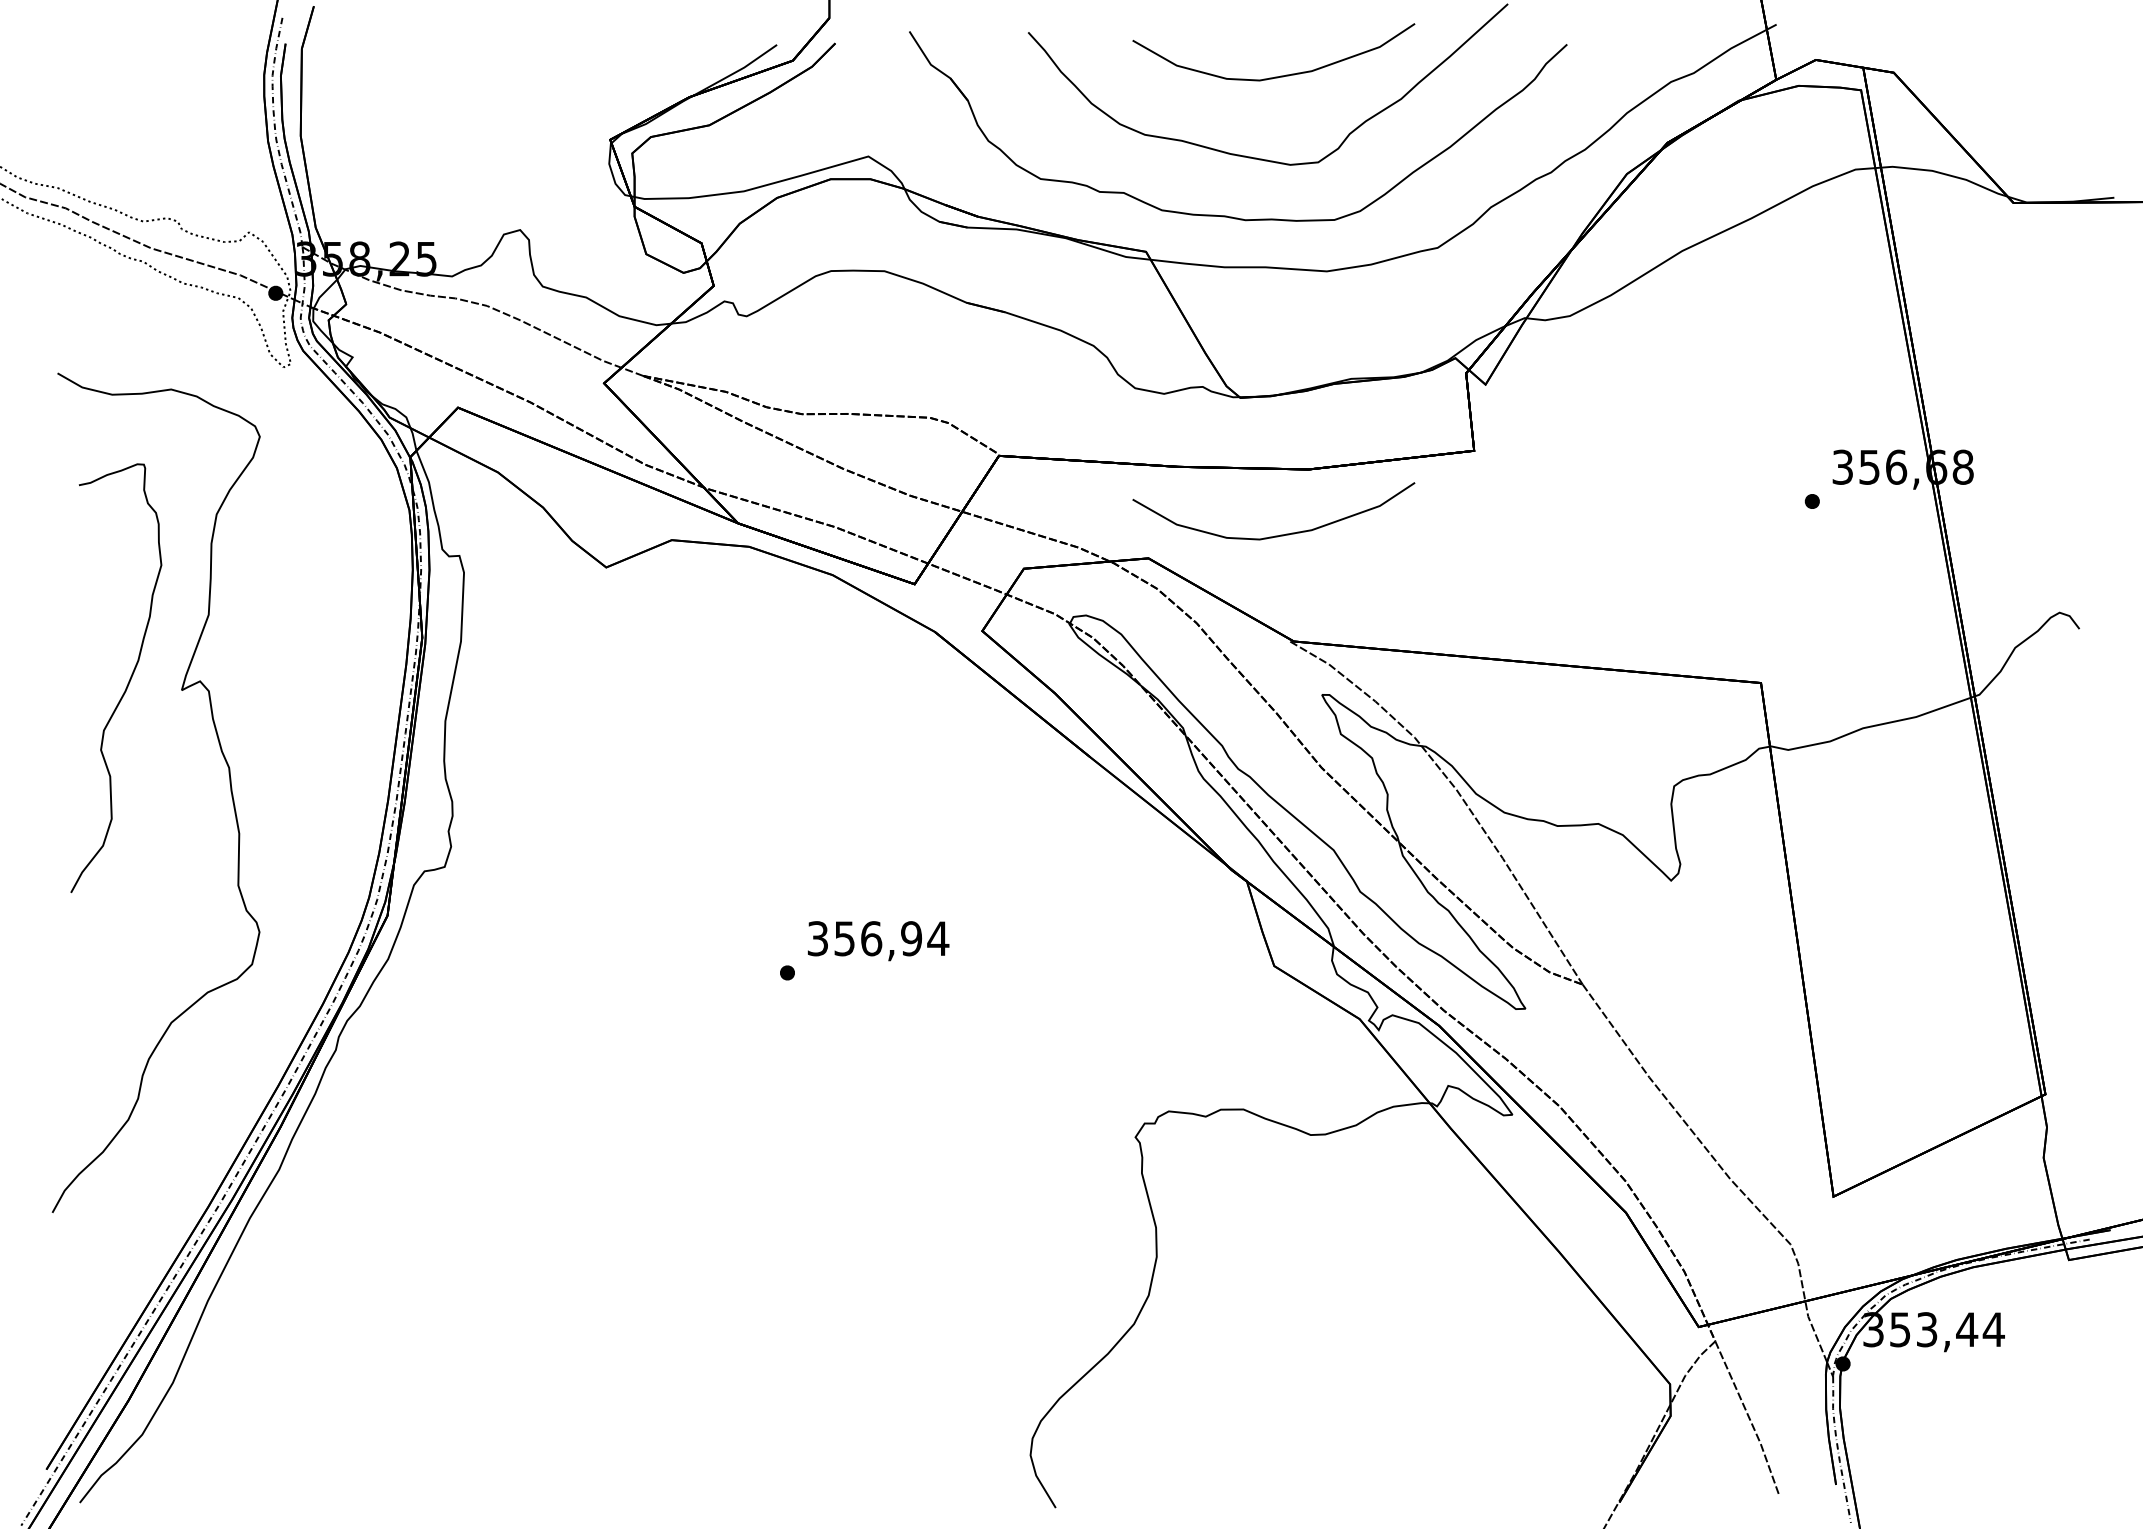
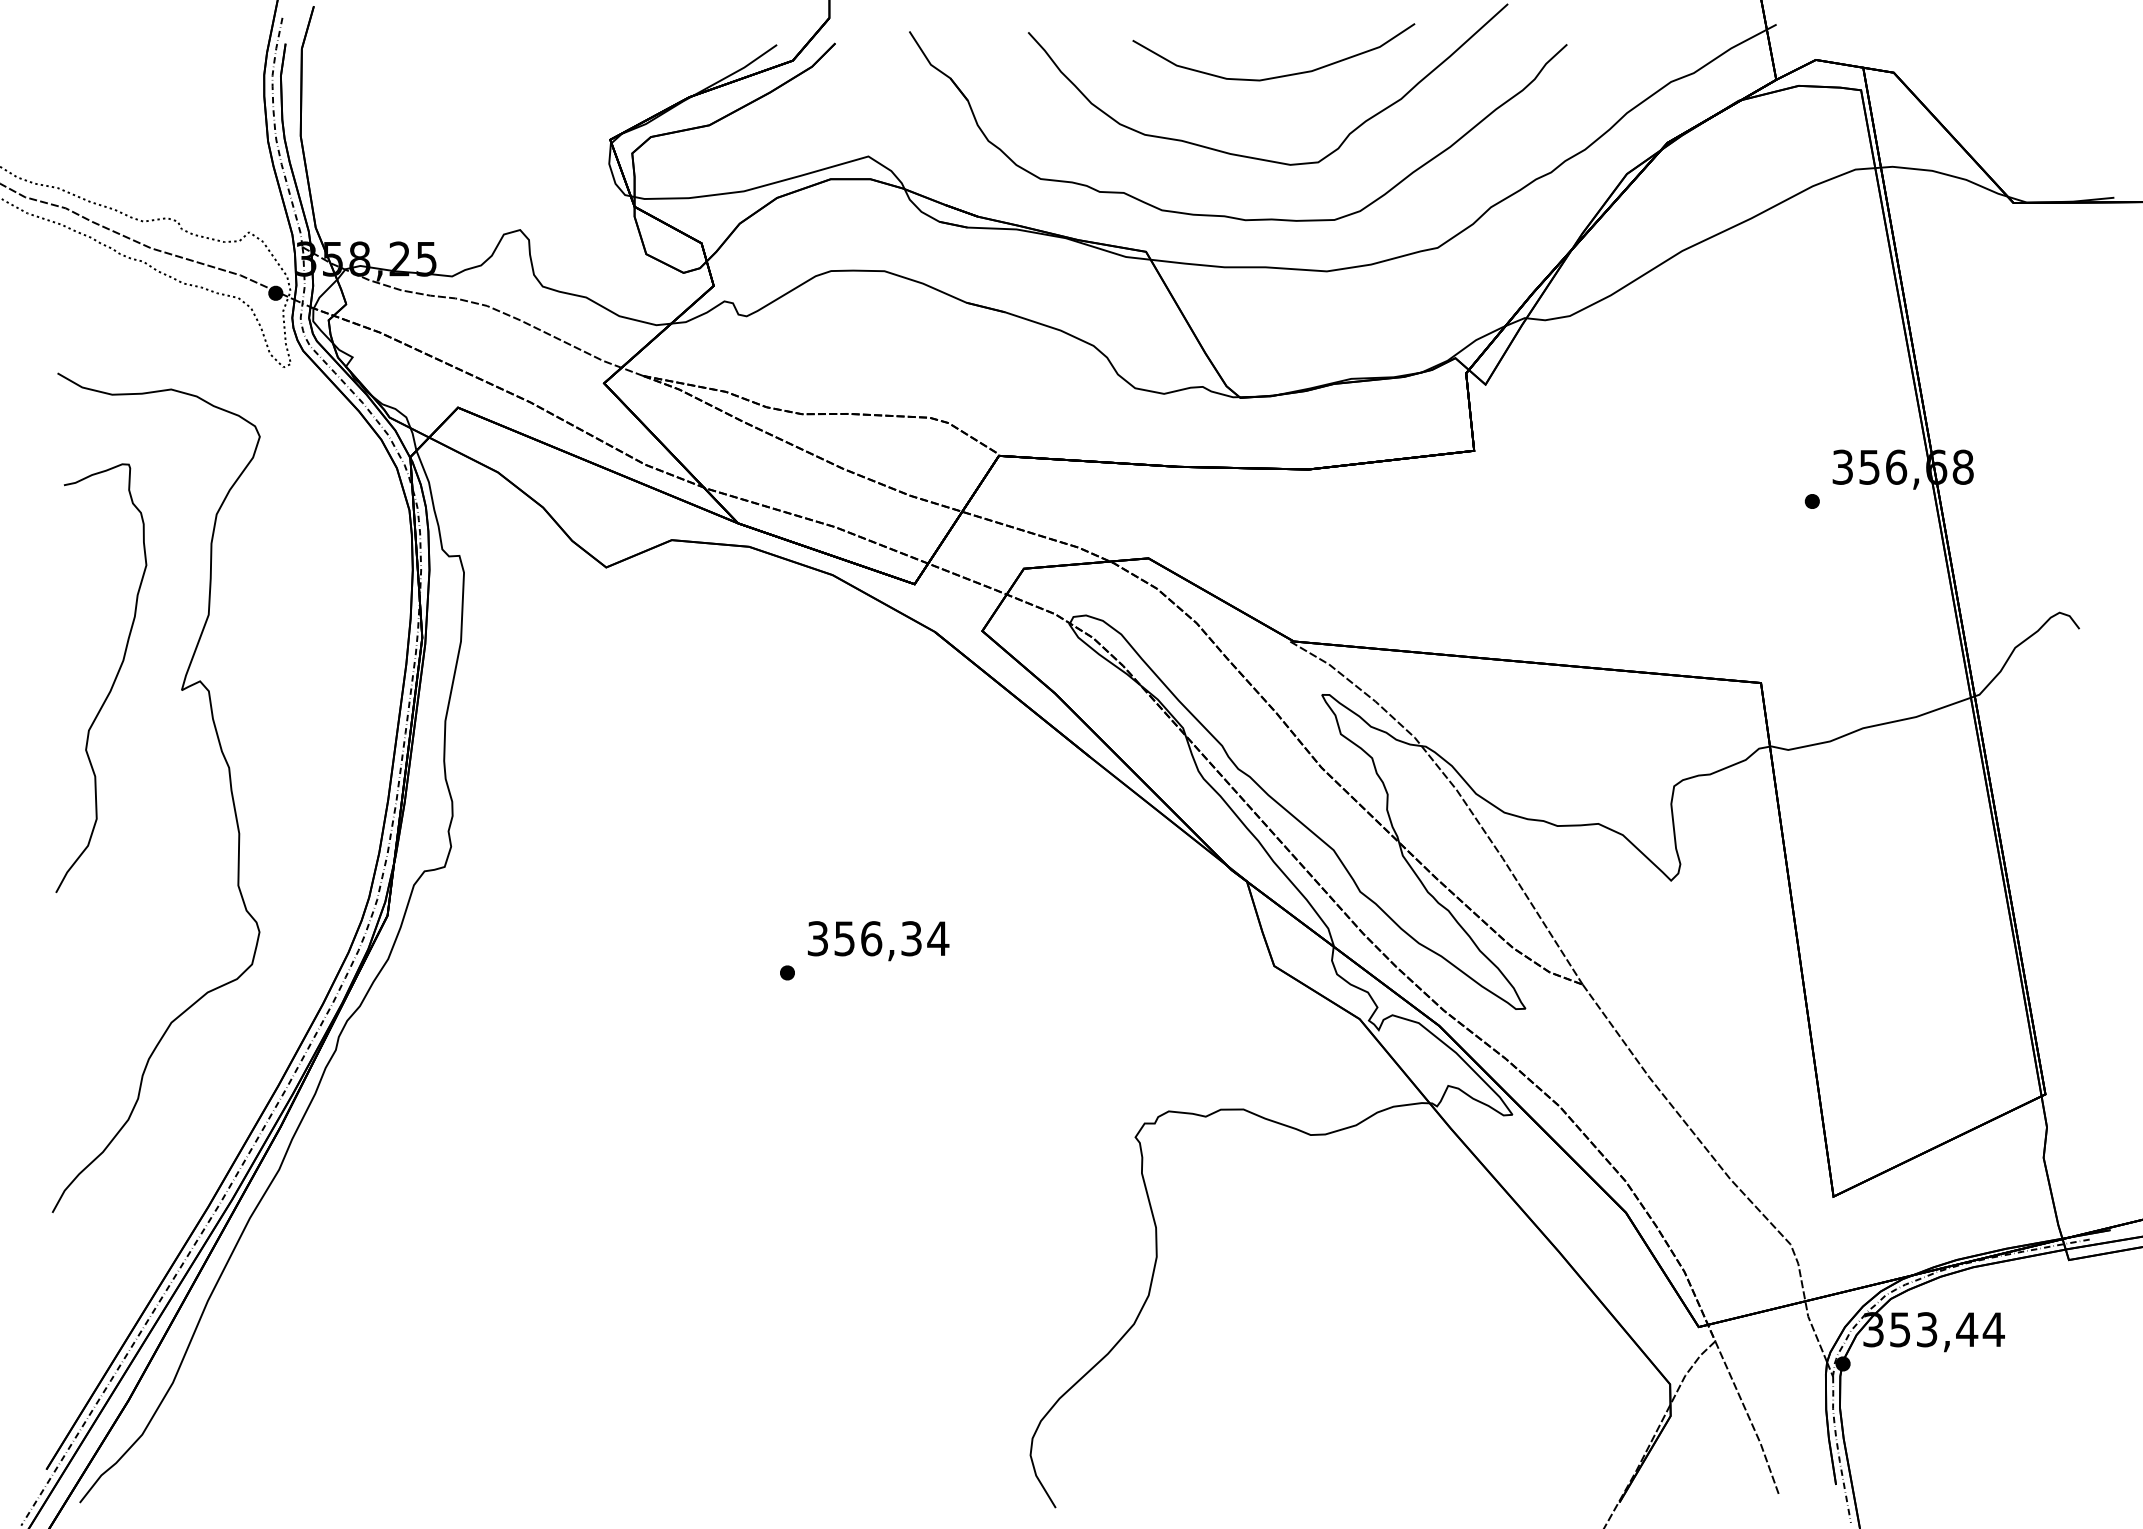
curve at (1280, 534): present -> none
curve at (127, 683) position: (127, 683) -> (112, 683)
text at (911, 938): 356,94 -> 356,34
